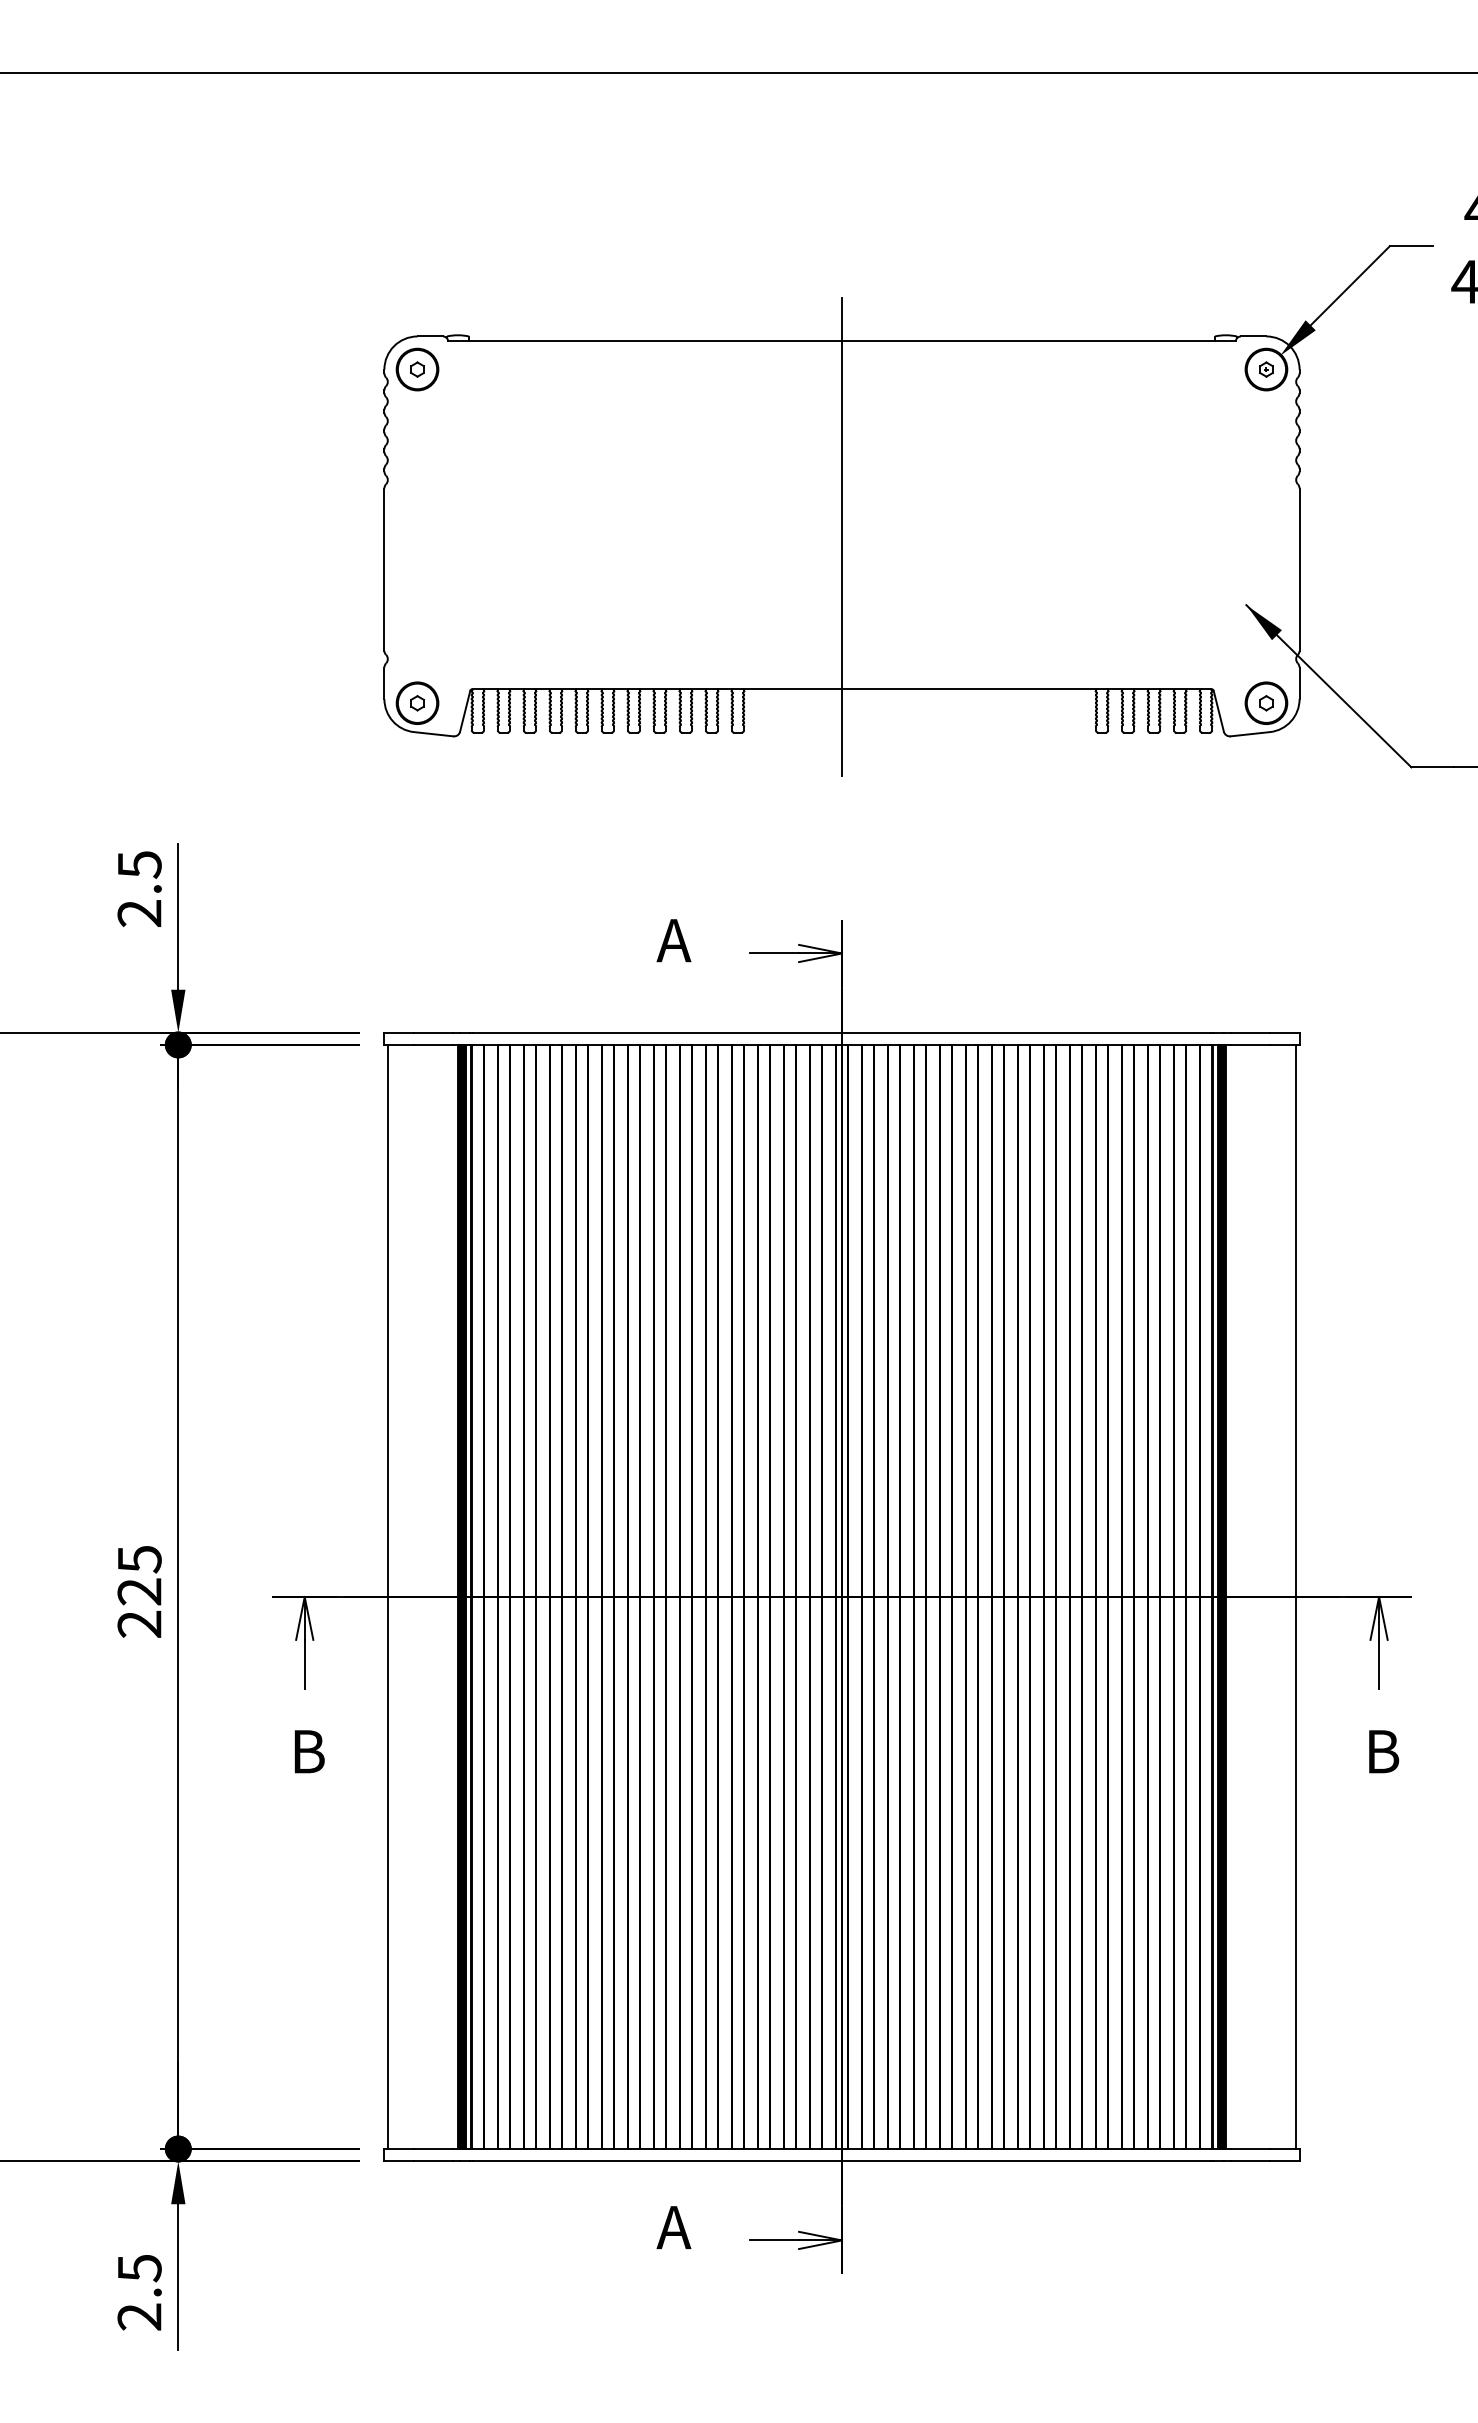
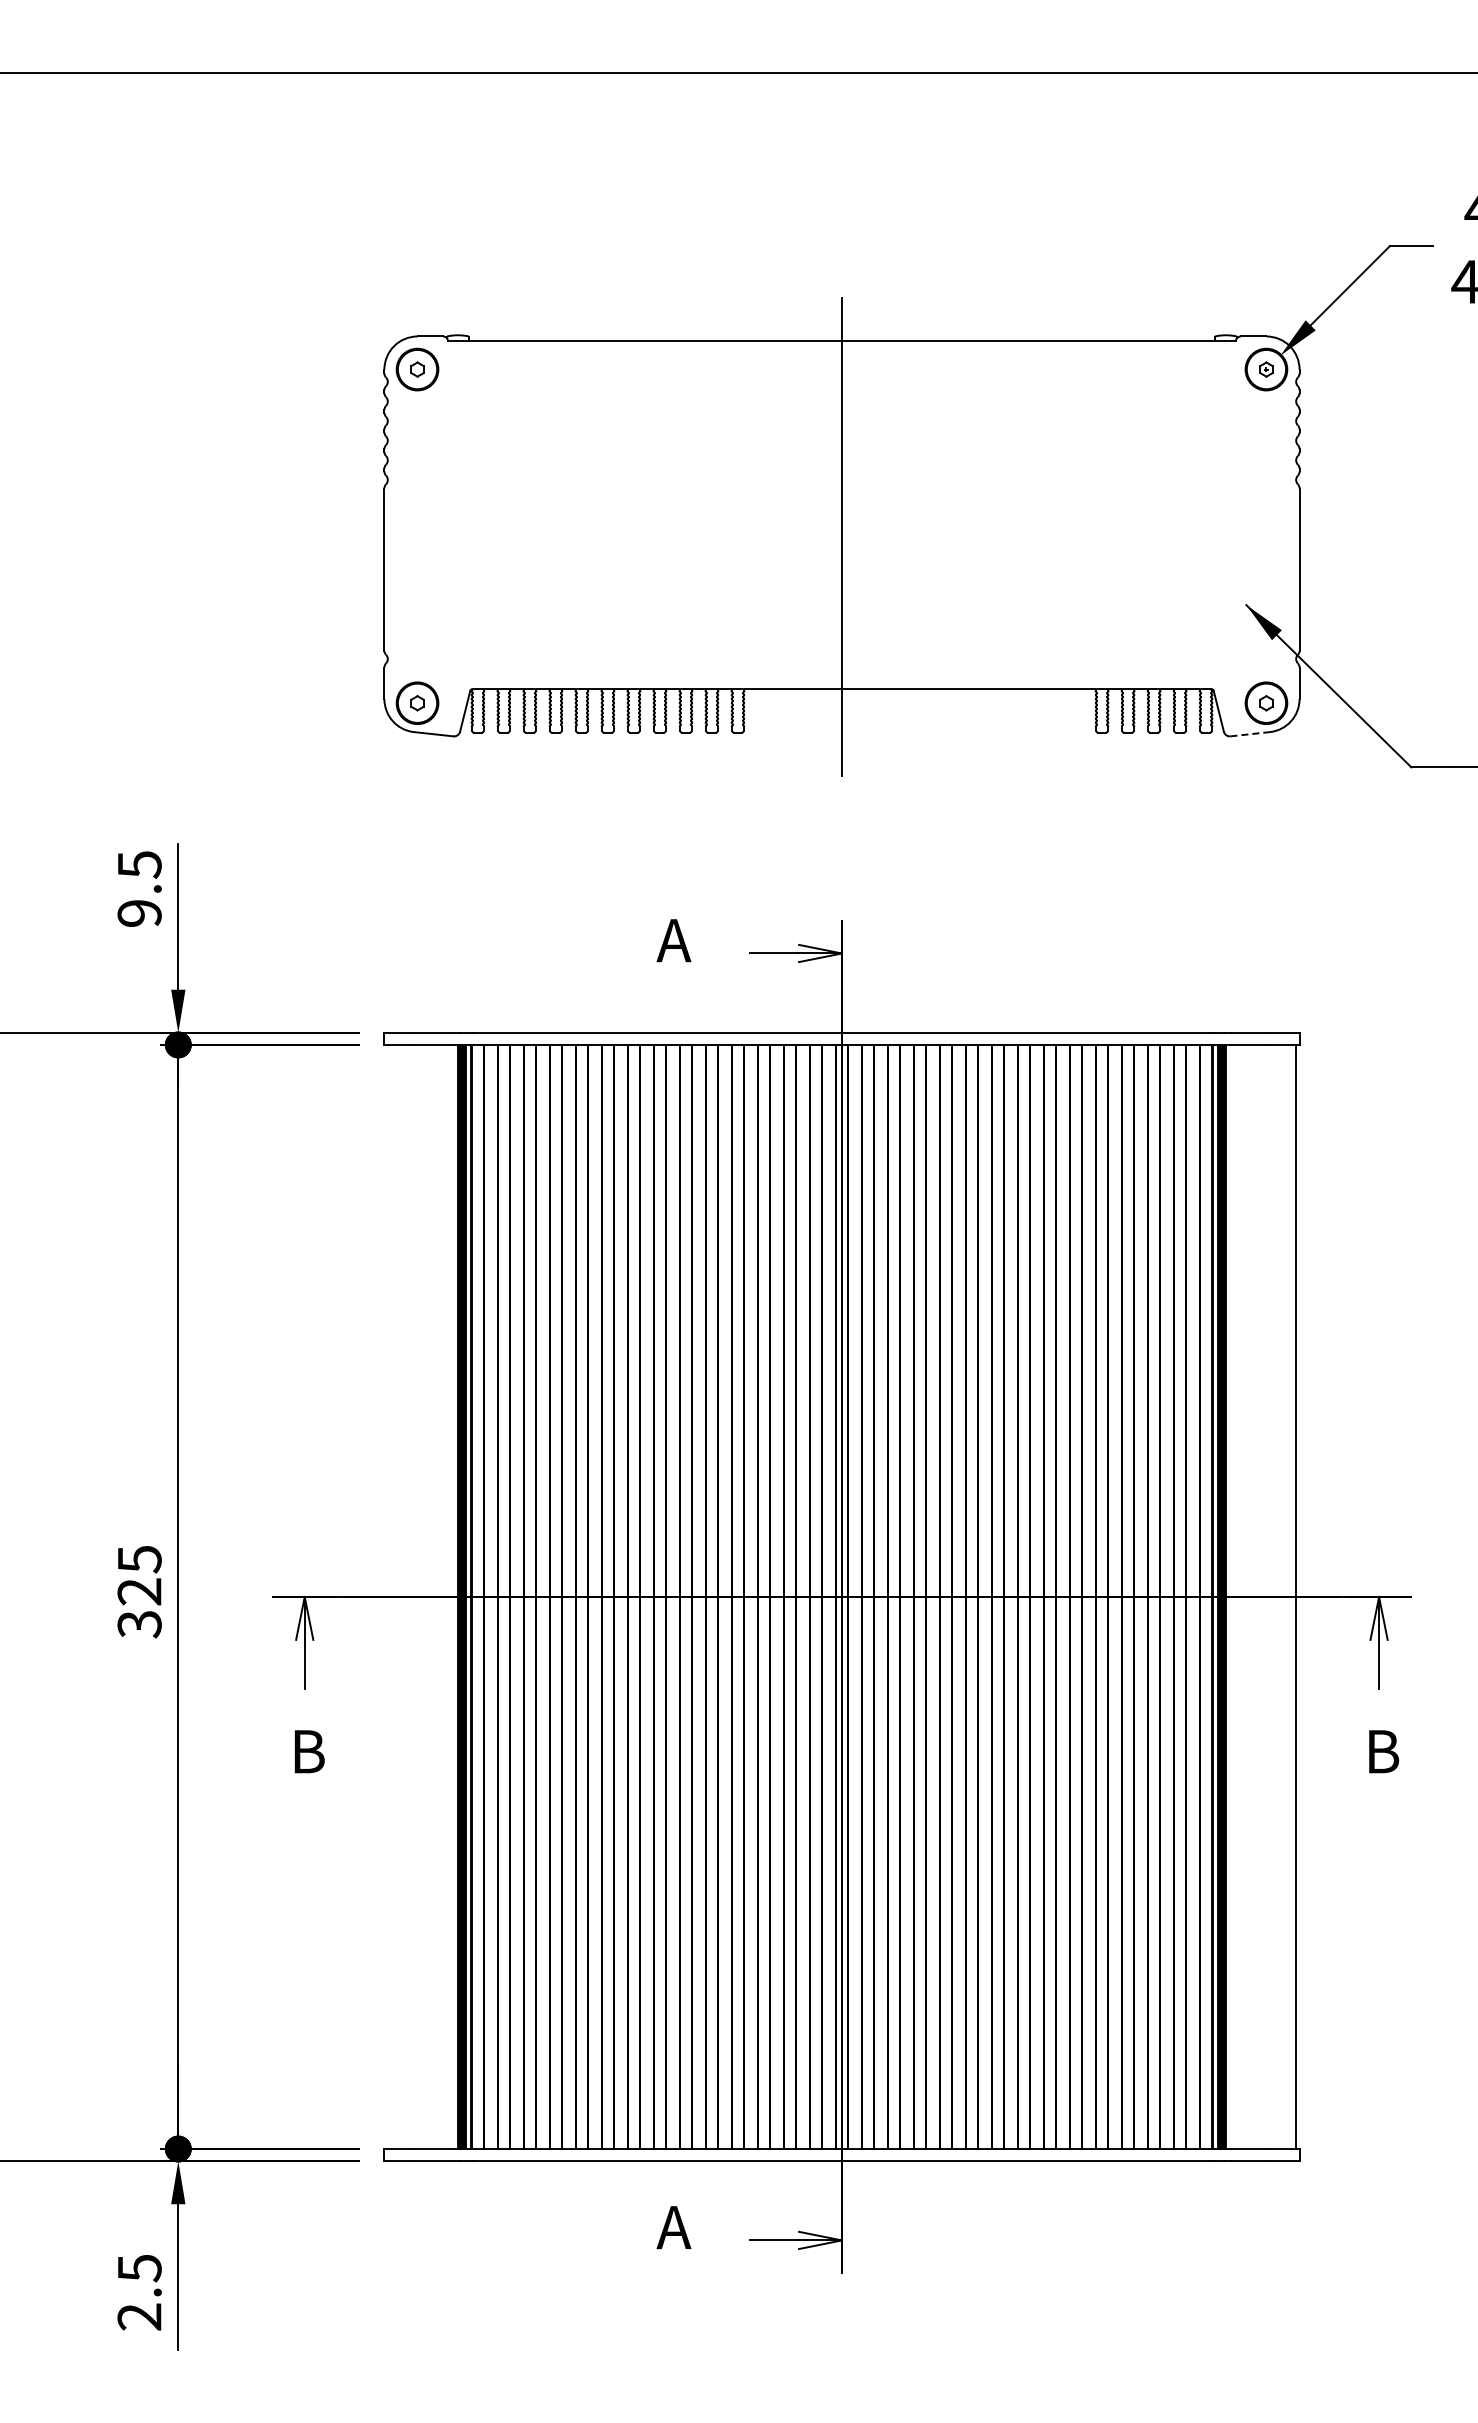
line at (1250, 734): solid -> dashed
text at (139, 913): 2.5 -> 9.5
line at (388, 1596): present -> none
text at (139, 1624): 225 -> 325
